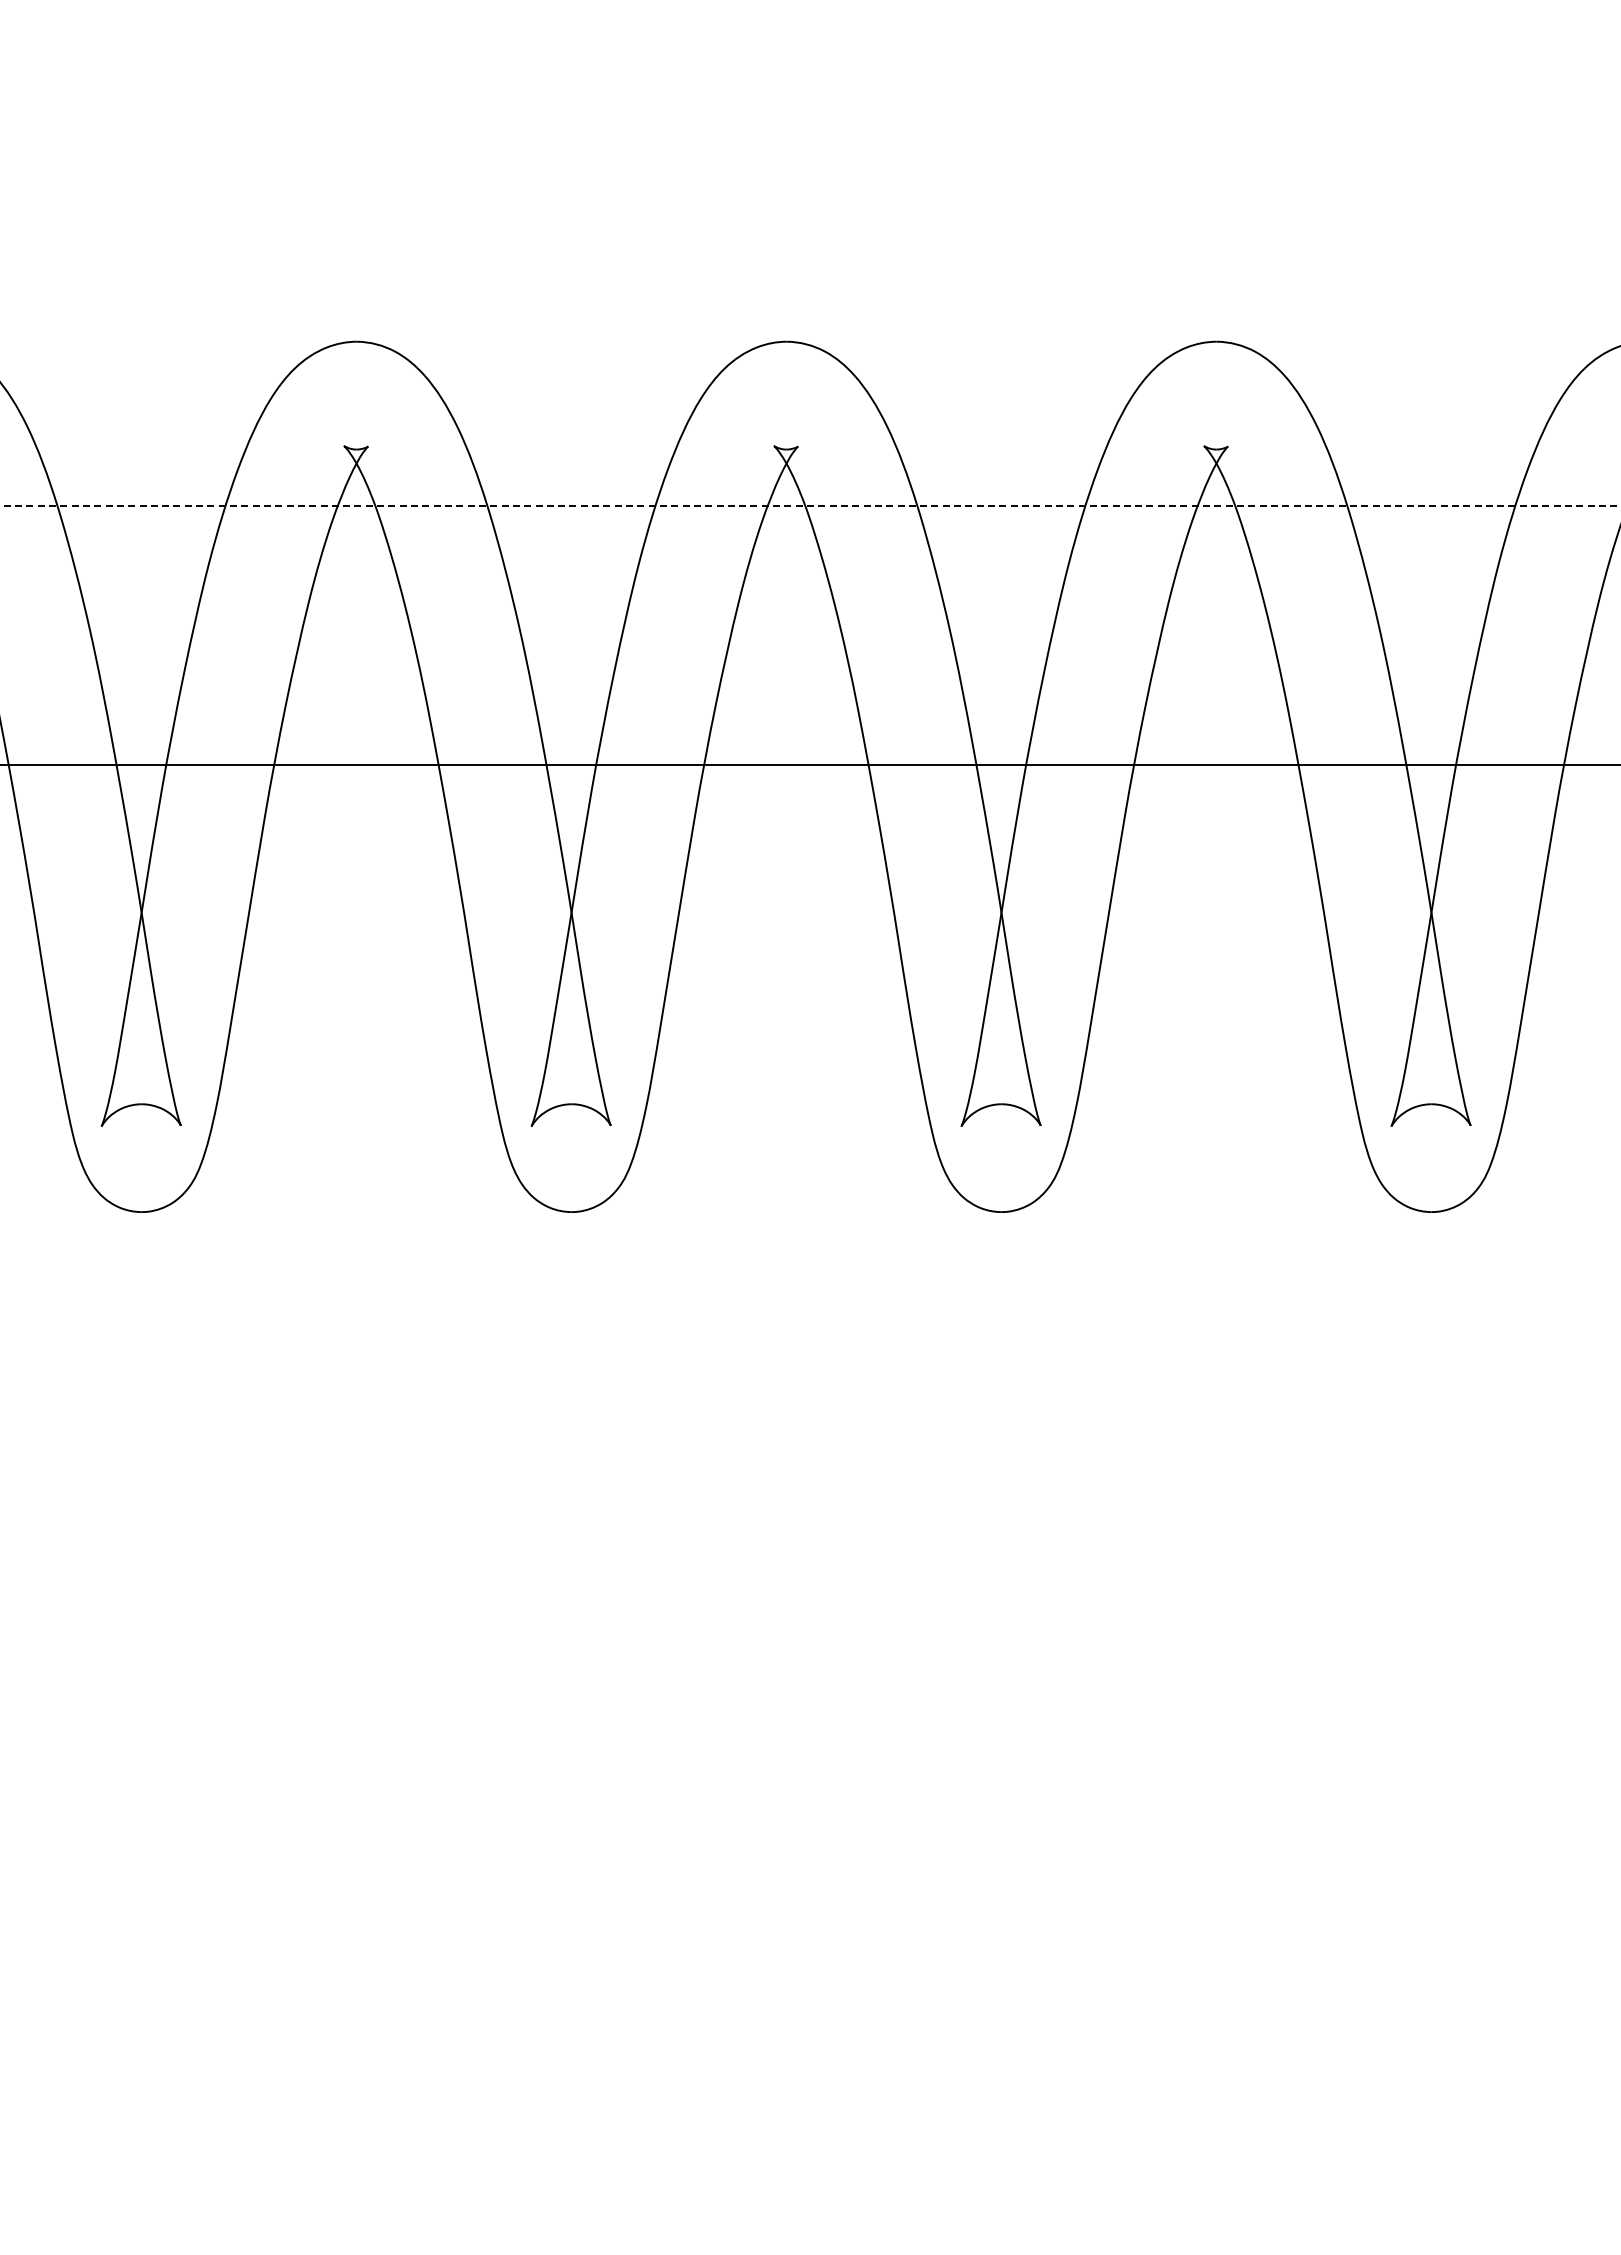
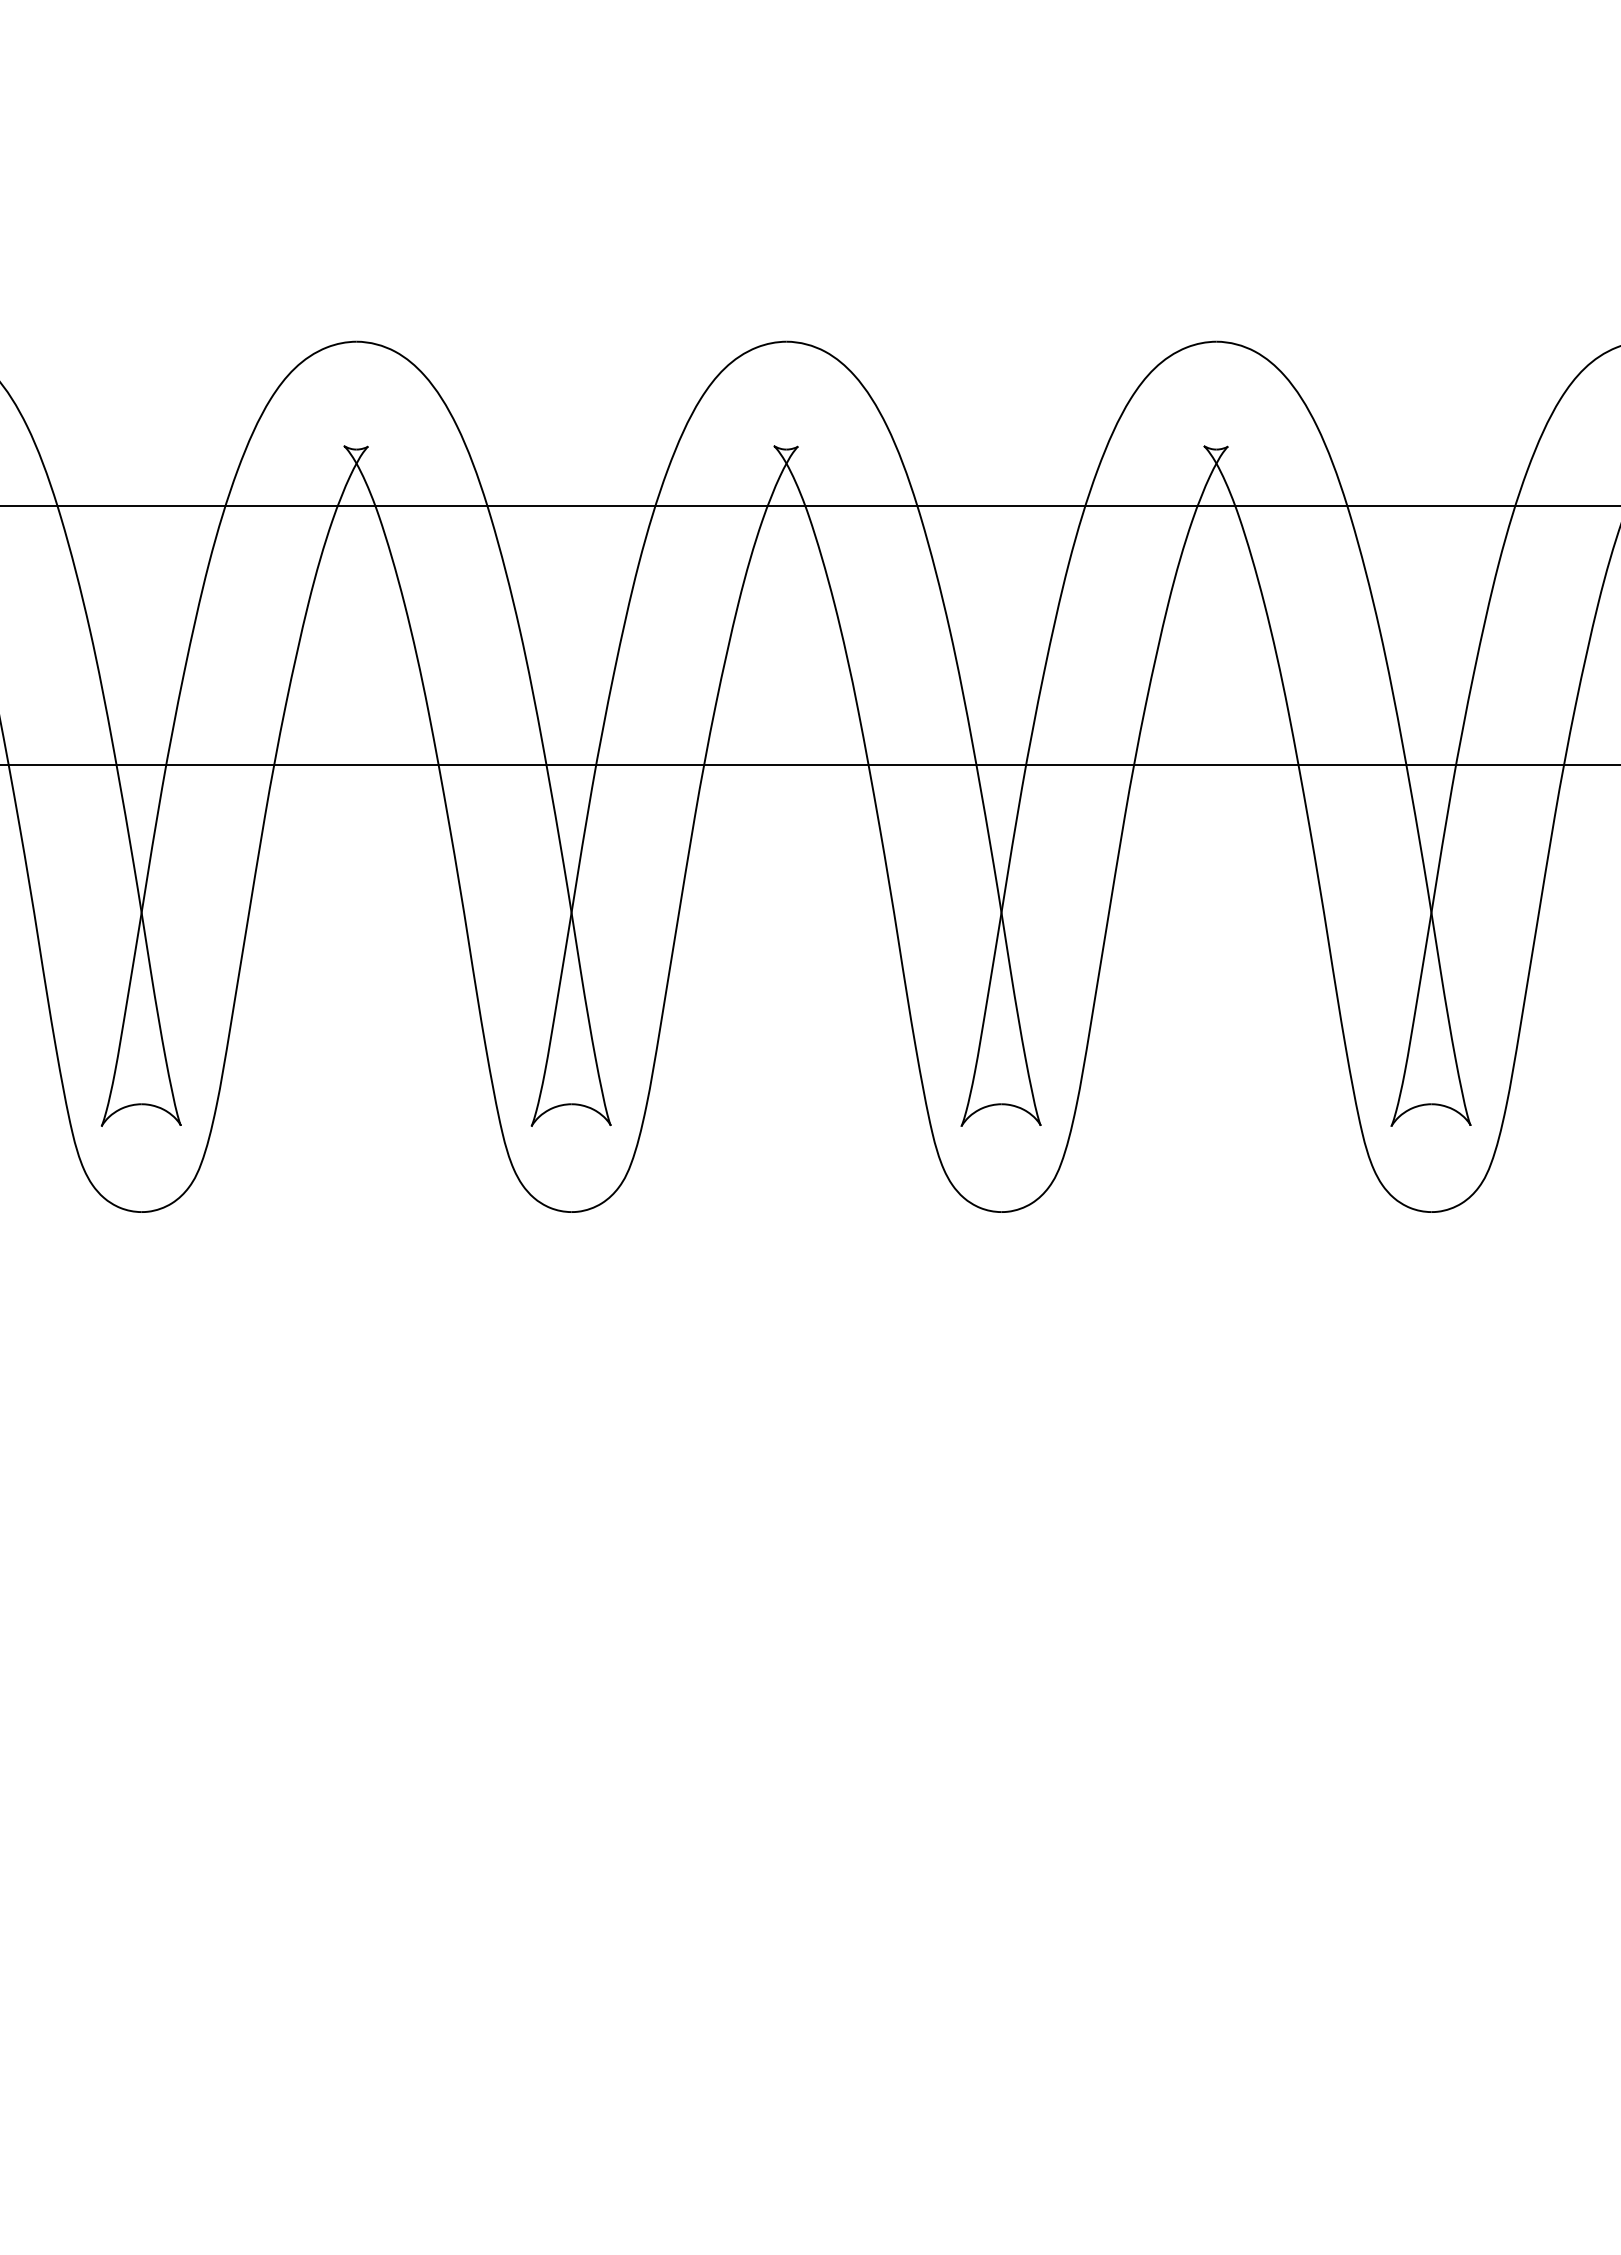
line at (810, 506): dashed -> solid
